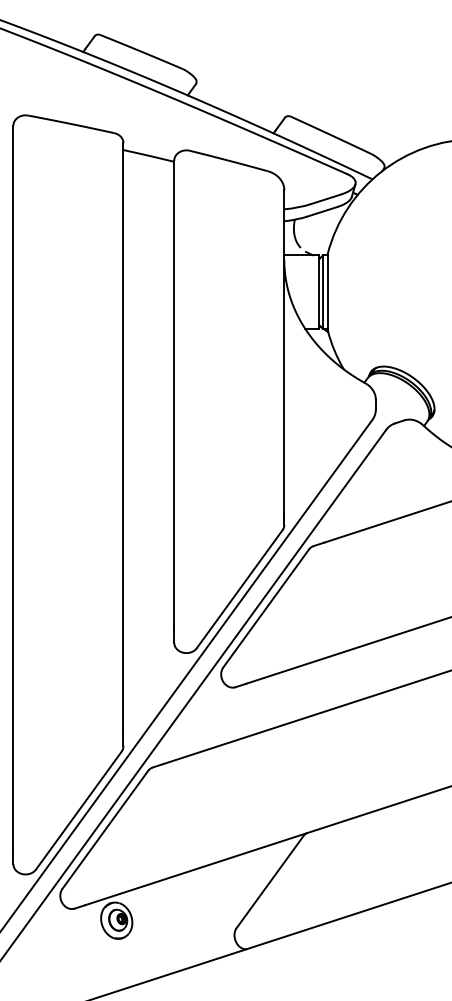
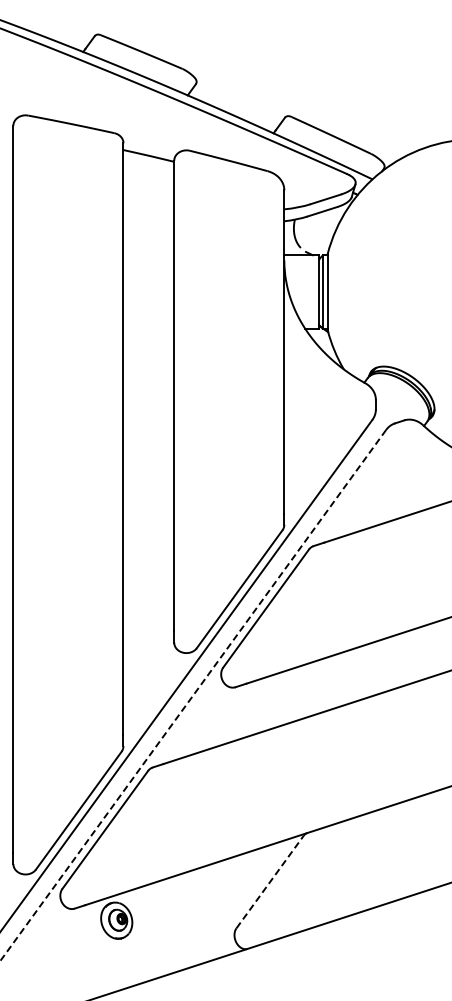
line at (192, 695): solid -> dashed
line at (270, 881): solid -> dashed
